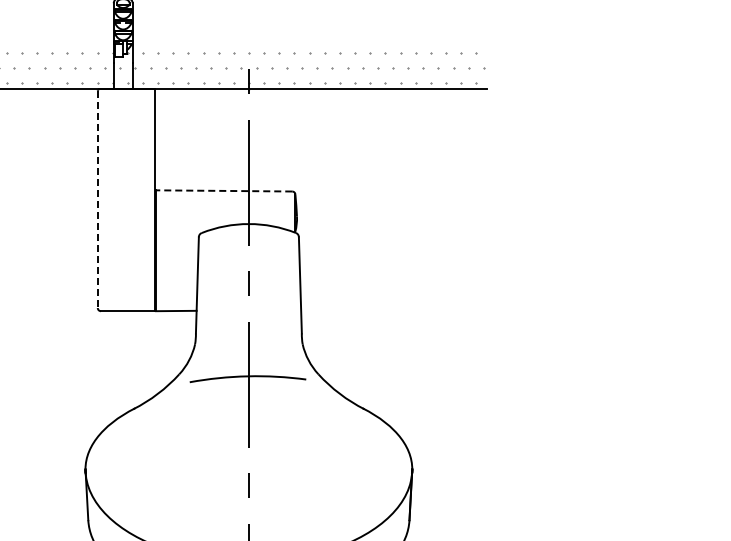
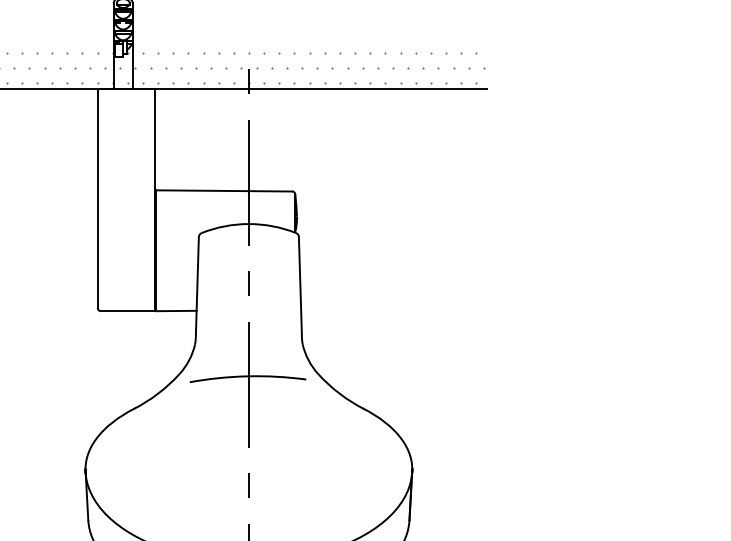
line at (223, 190): dashed -> solid
line at (97, 199): dashed -> solid
